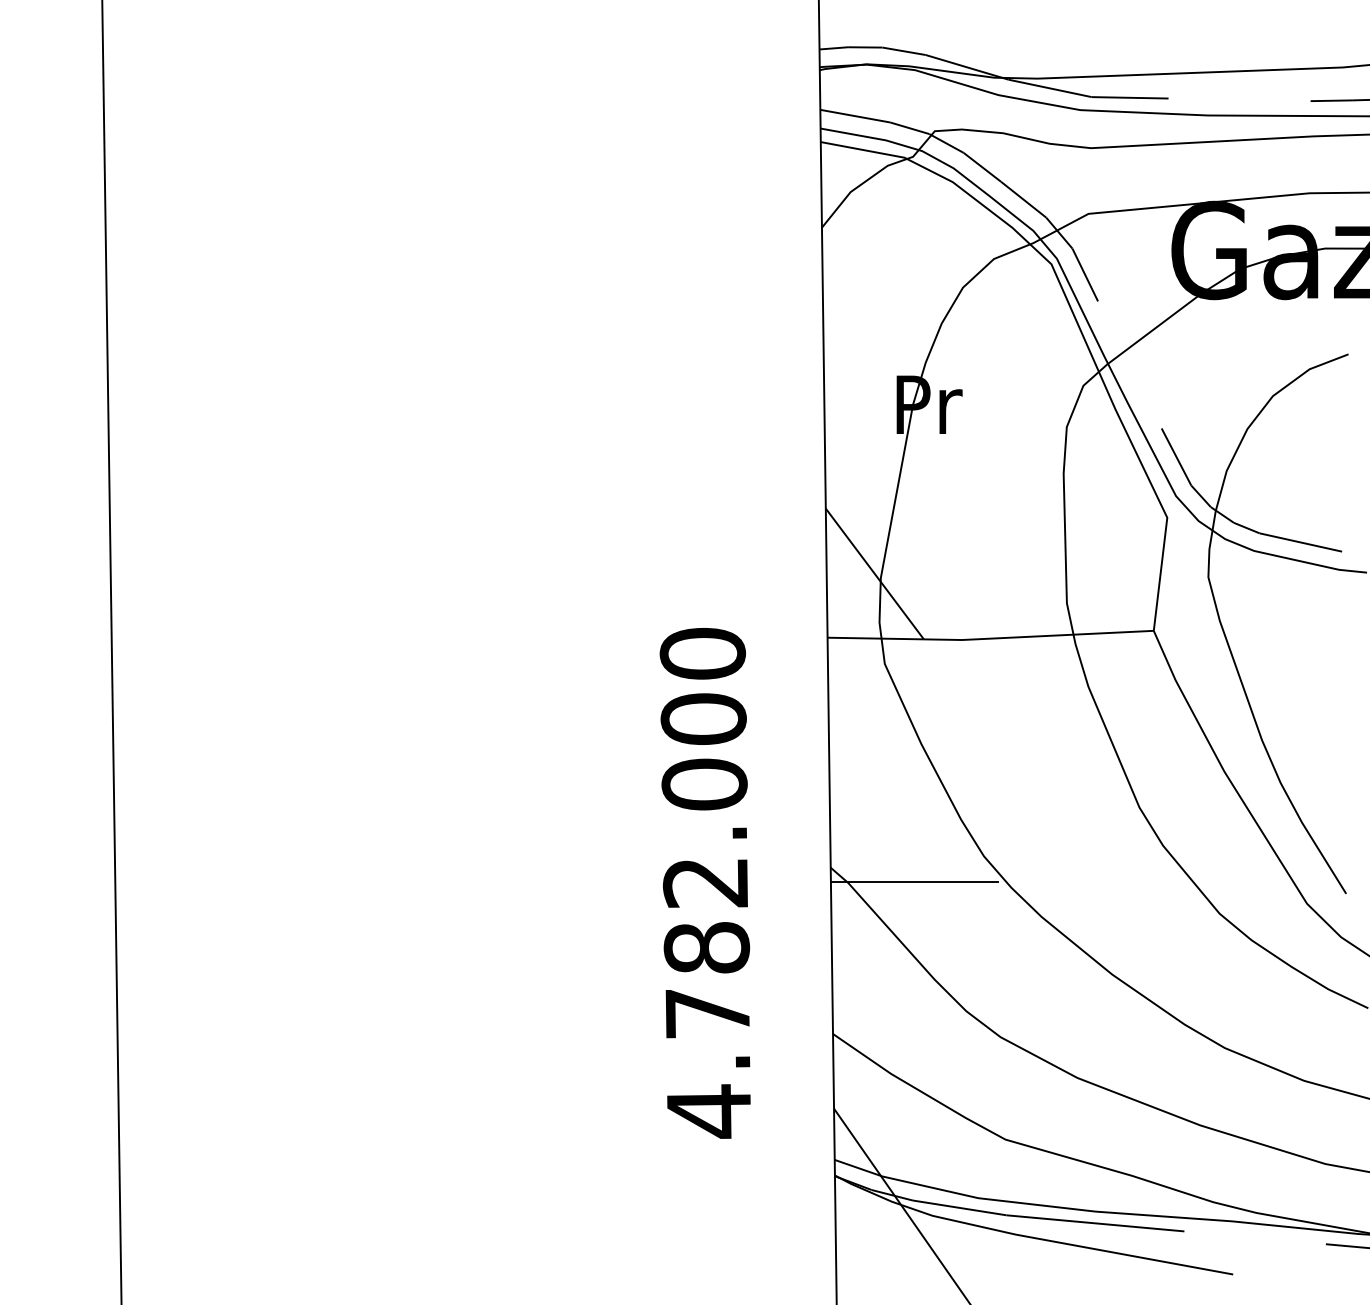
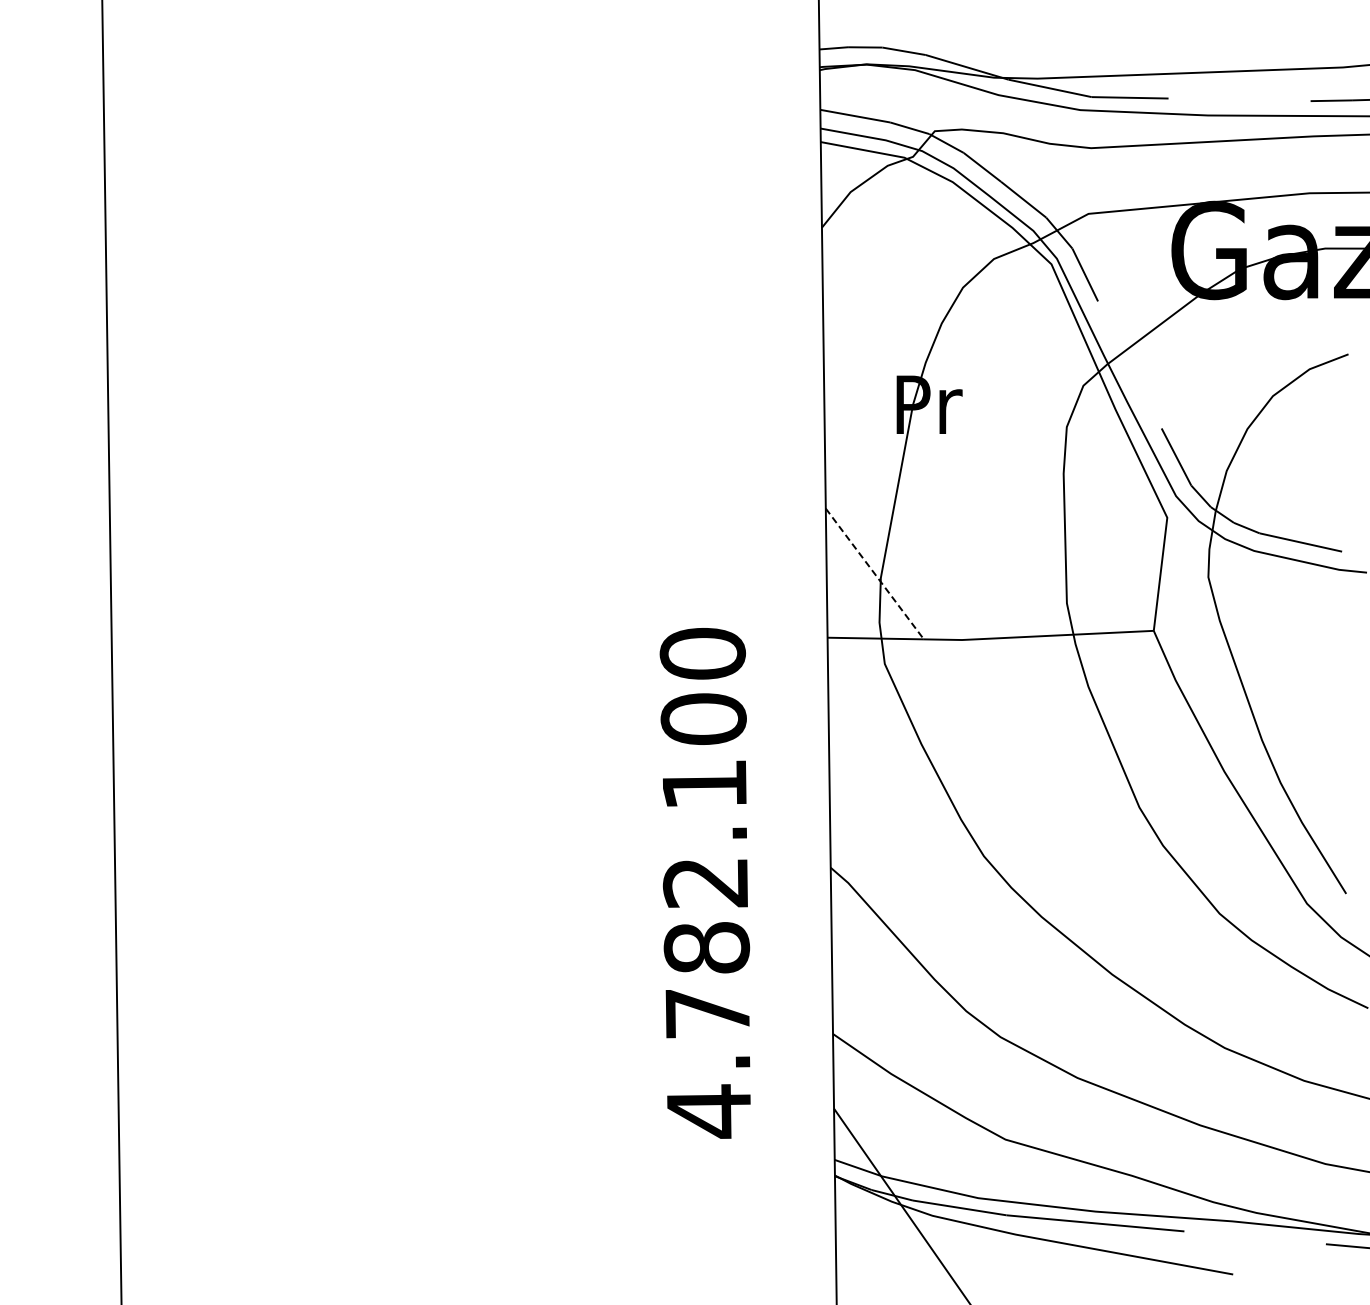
line at (874, 573): solid -> dashed
text at (704, 784): 4.782.000 -> 4.782.100
line at (913, 882): present -> none
